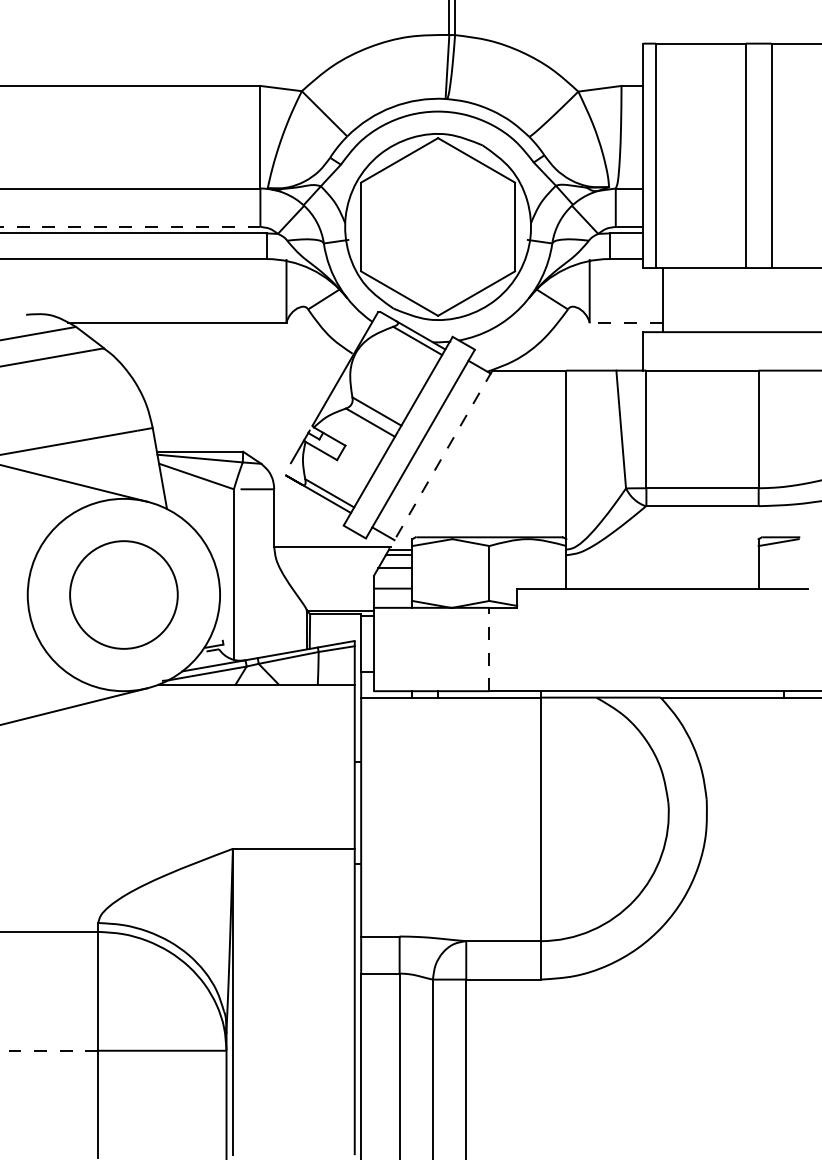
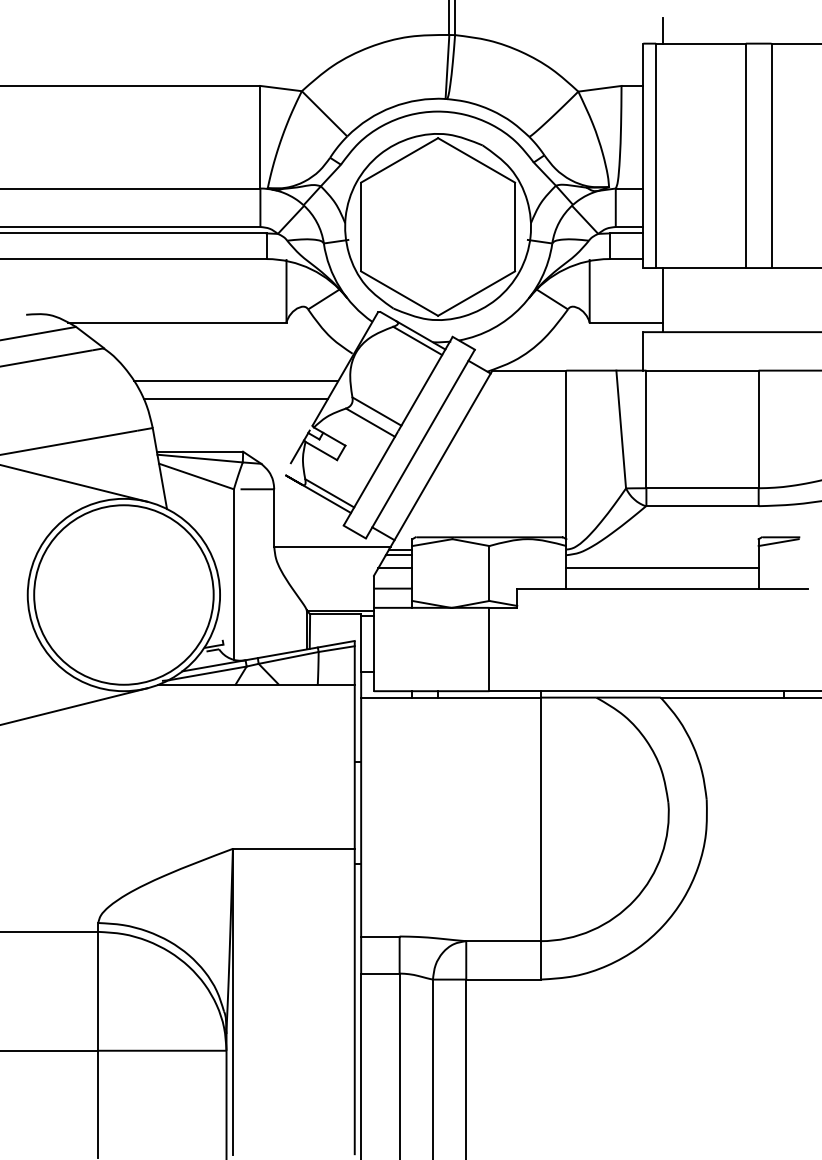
line at (662, 30): none -> present
line at (130, 227): dashed -> solid
line at (625, 323): dashed -> solid
line at (236, 380): none -> present
line at (235, 398): none -> present
line at (440, 460): dashed -> solid
line at (662, 568): none -> present
circle at (123, 594) diameter: 108 px -> 180 px
line at (489, 649): dashed -> solid
line at (49, 1050): dashed -> solid
